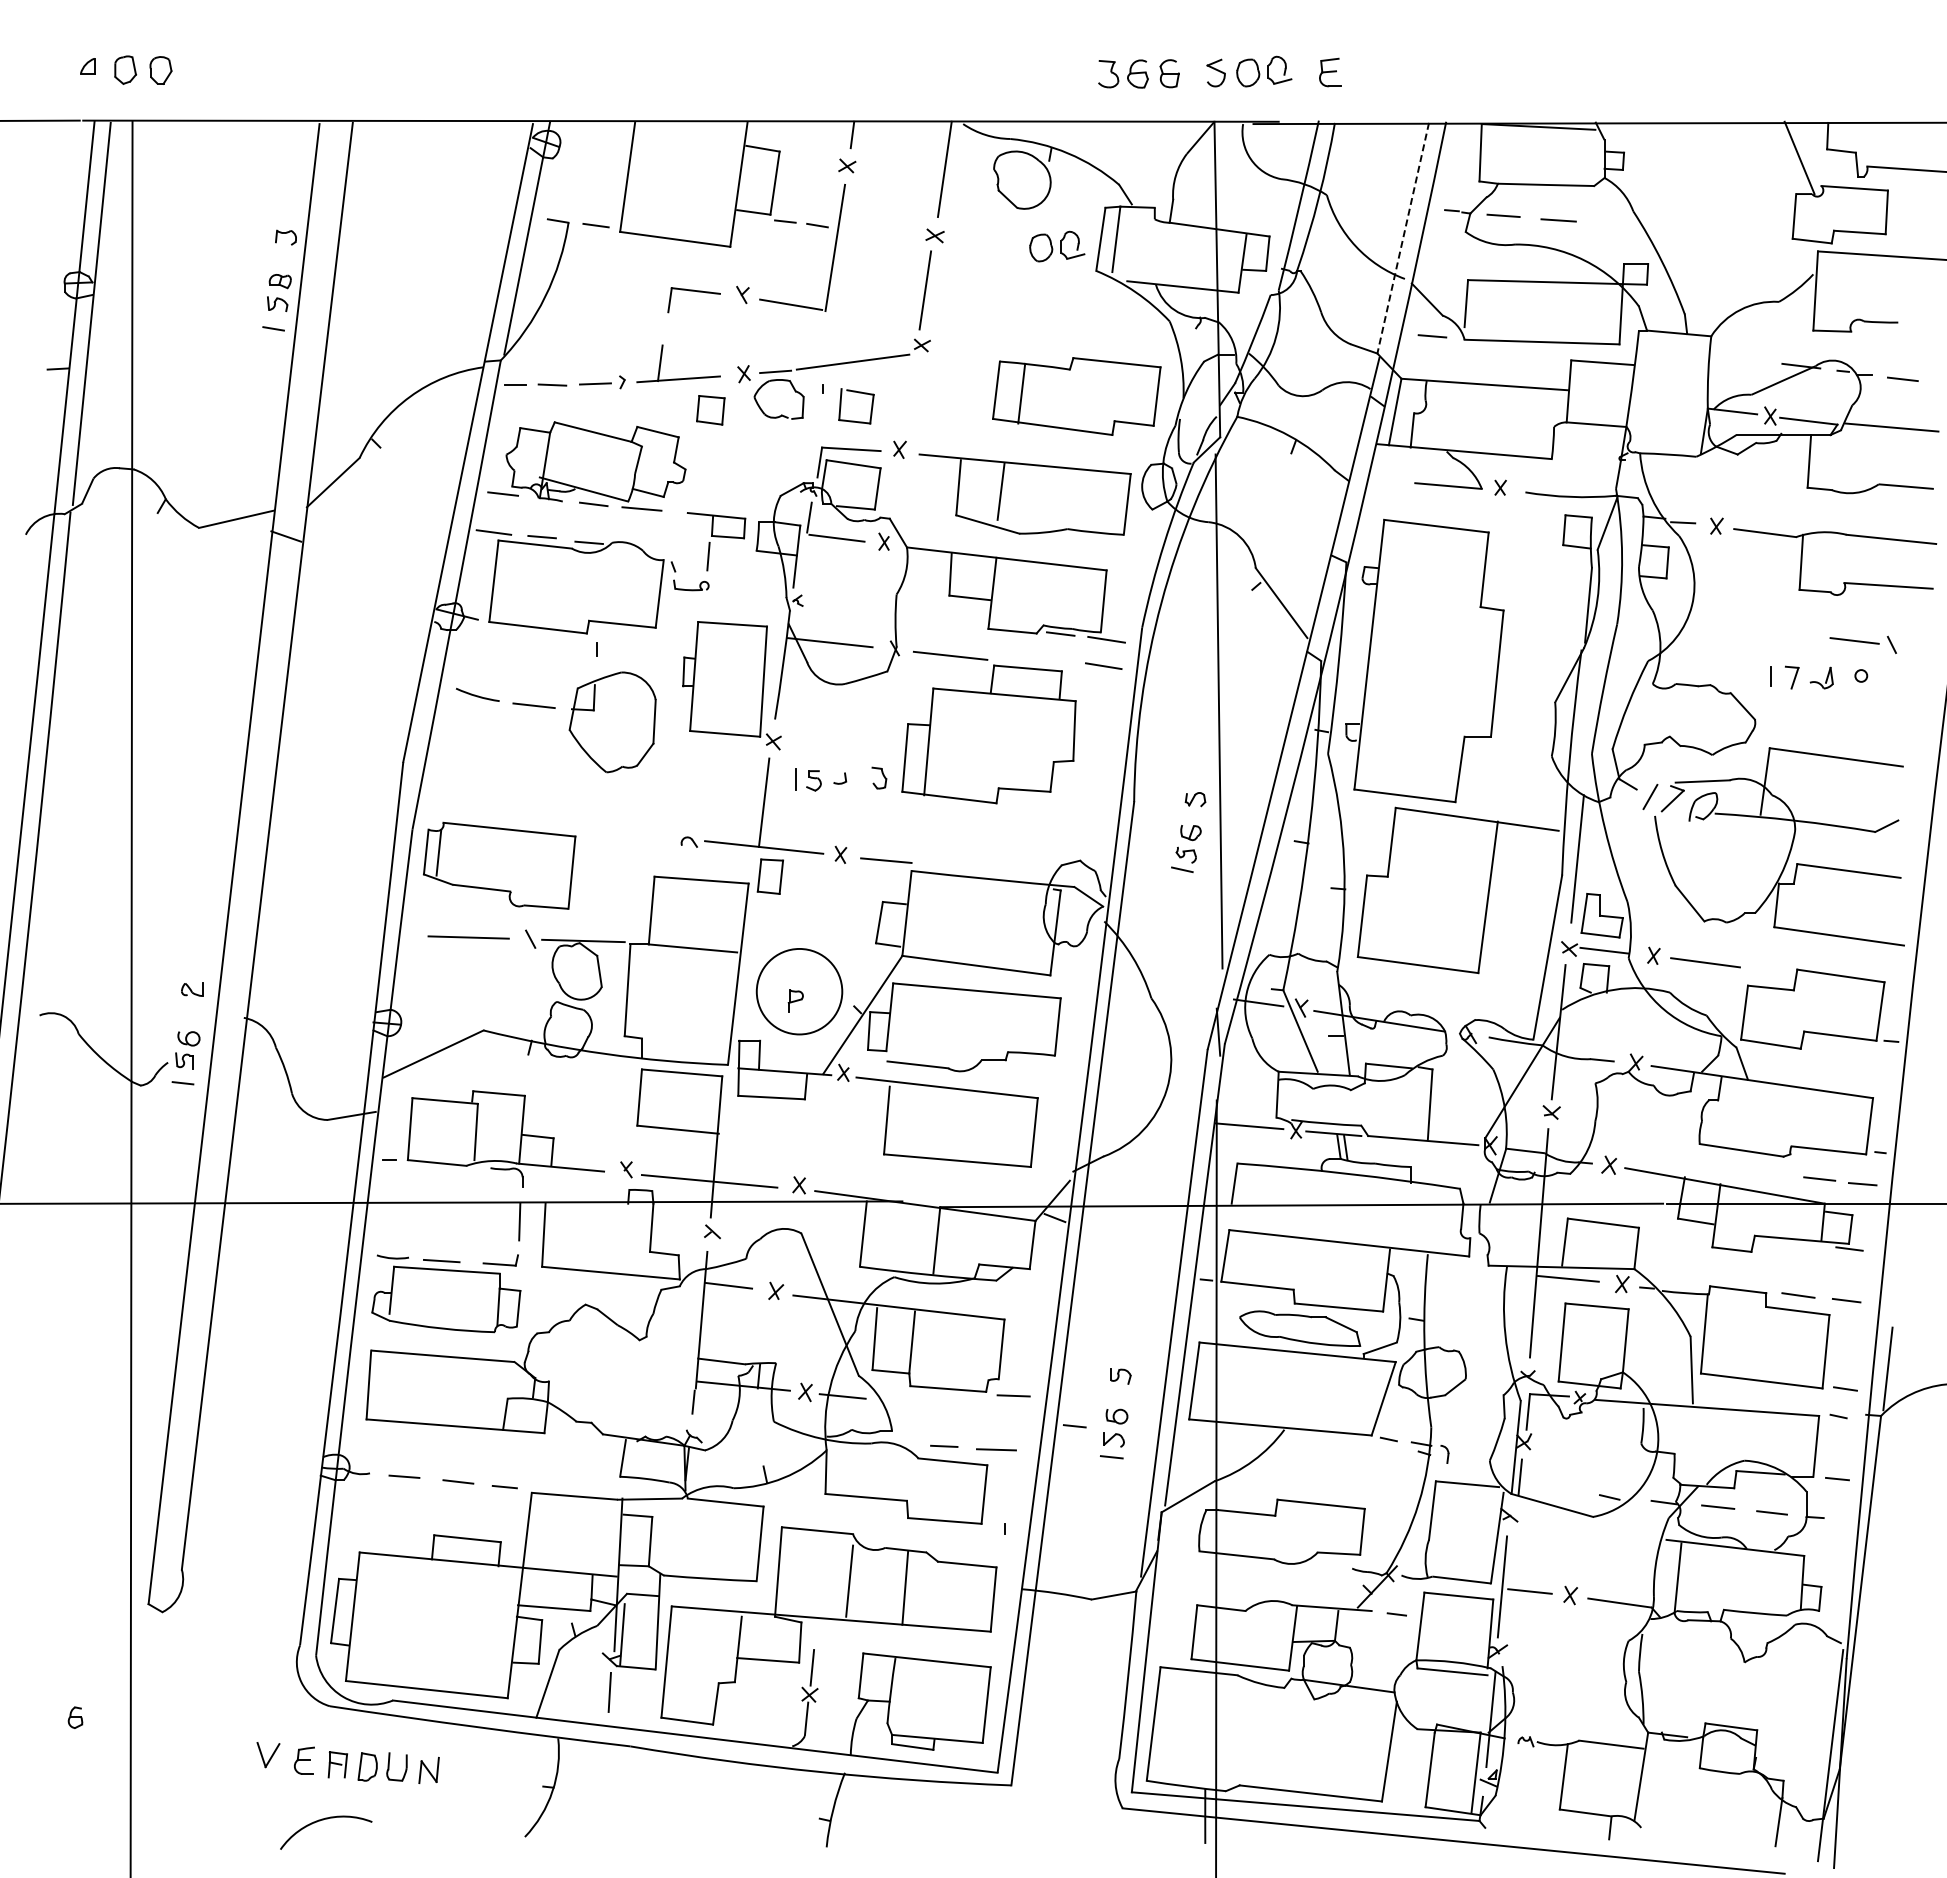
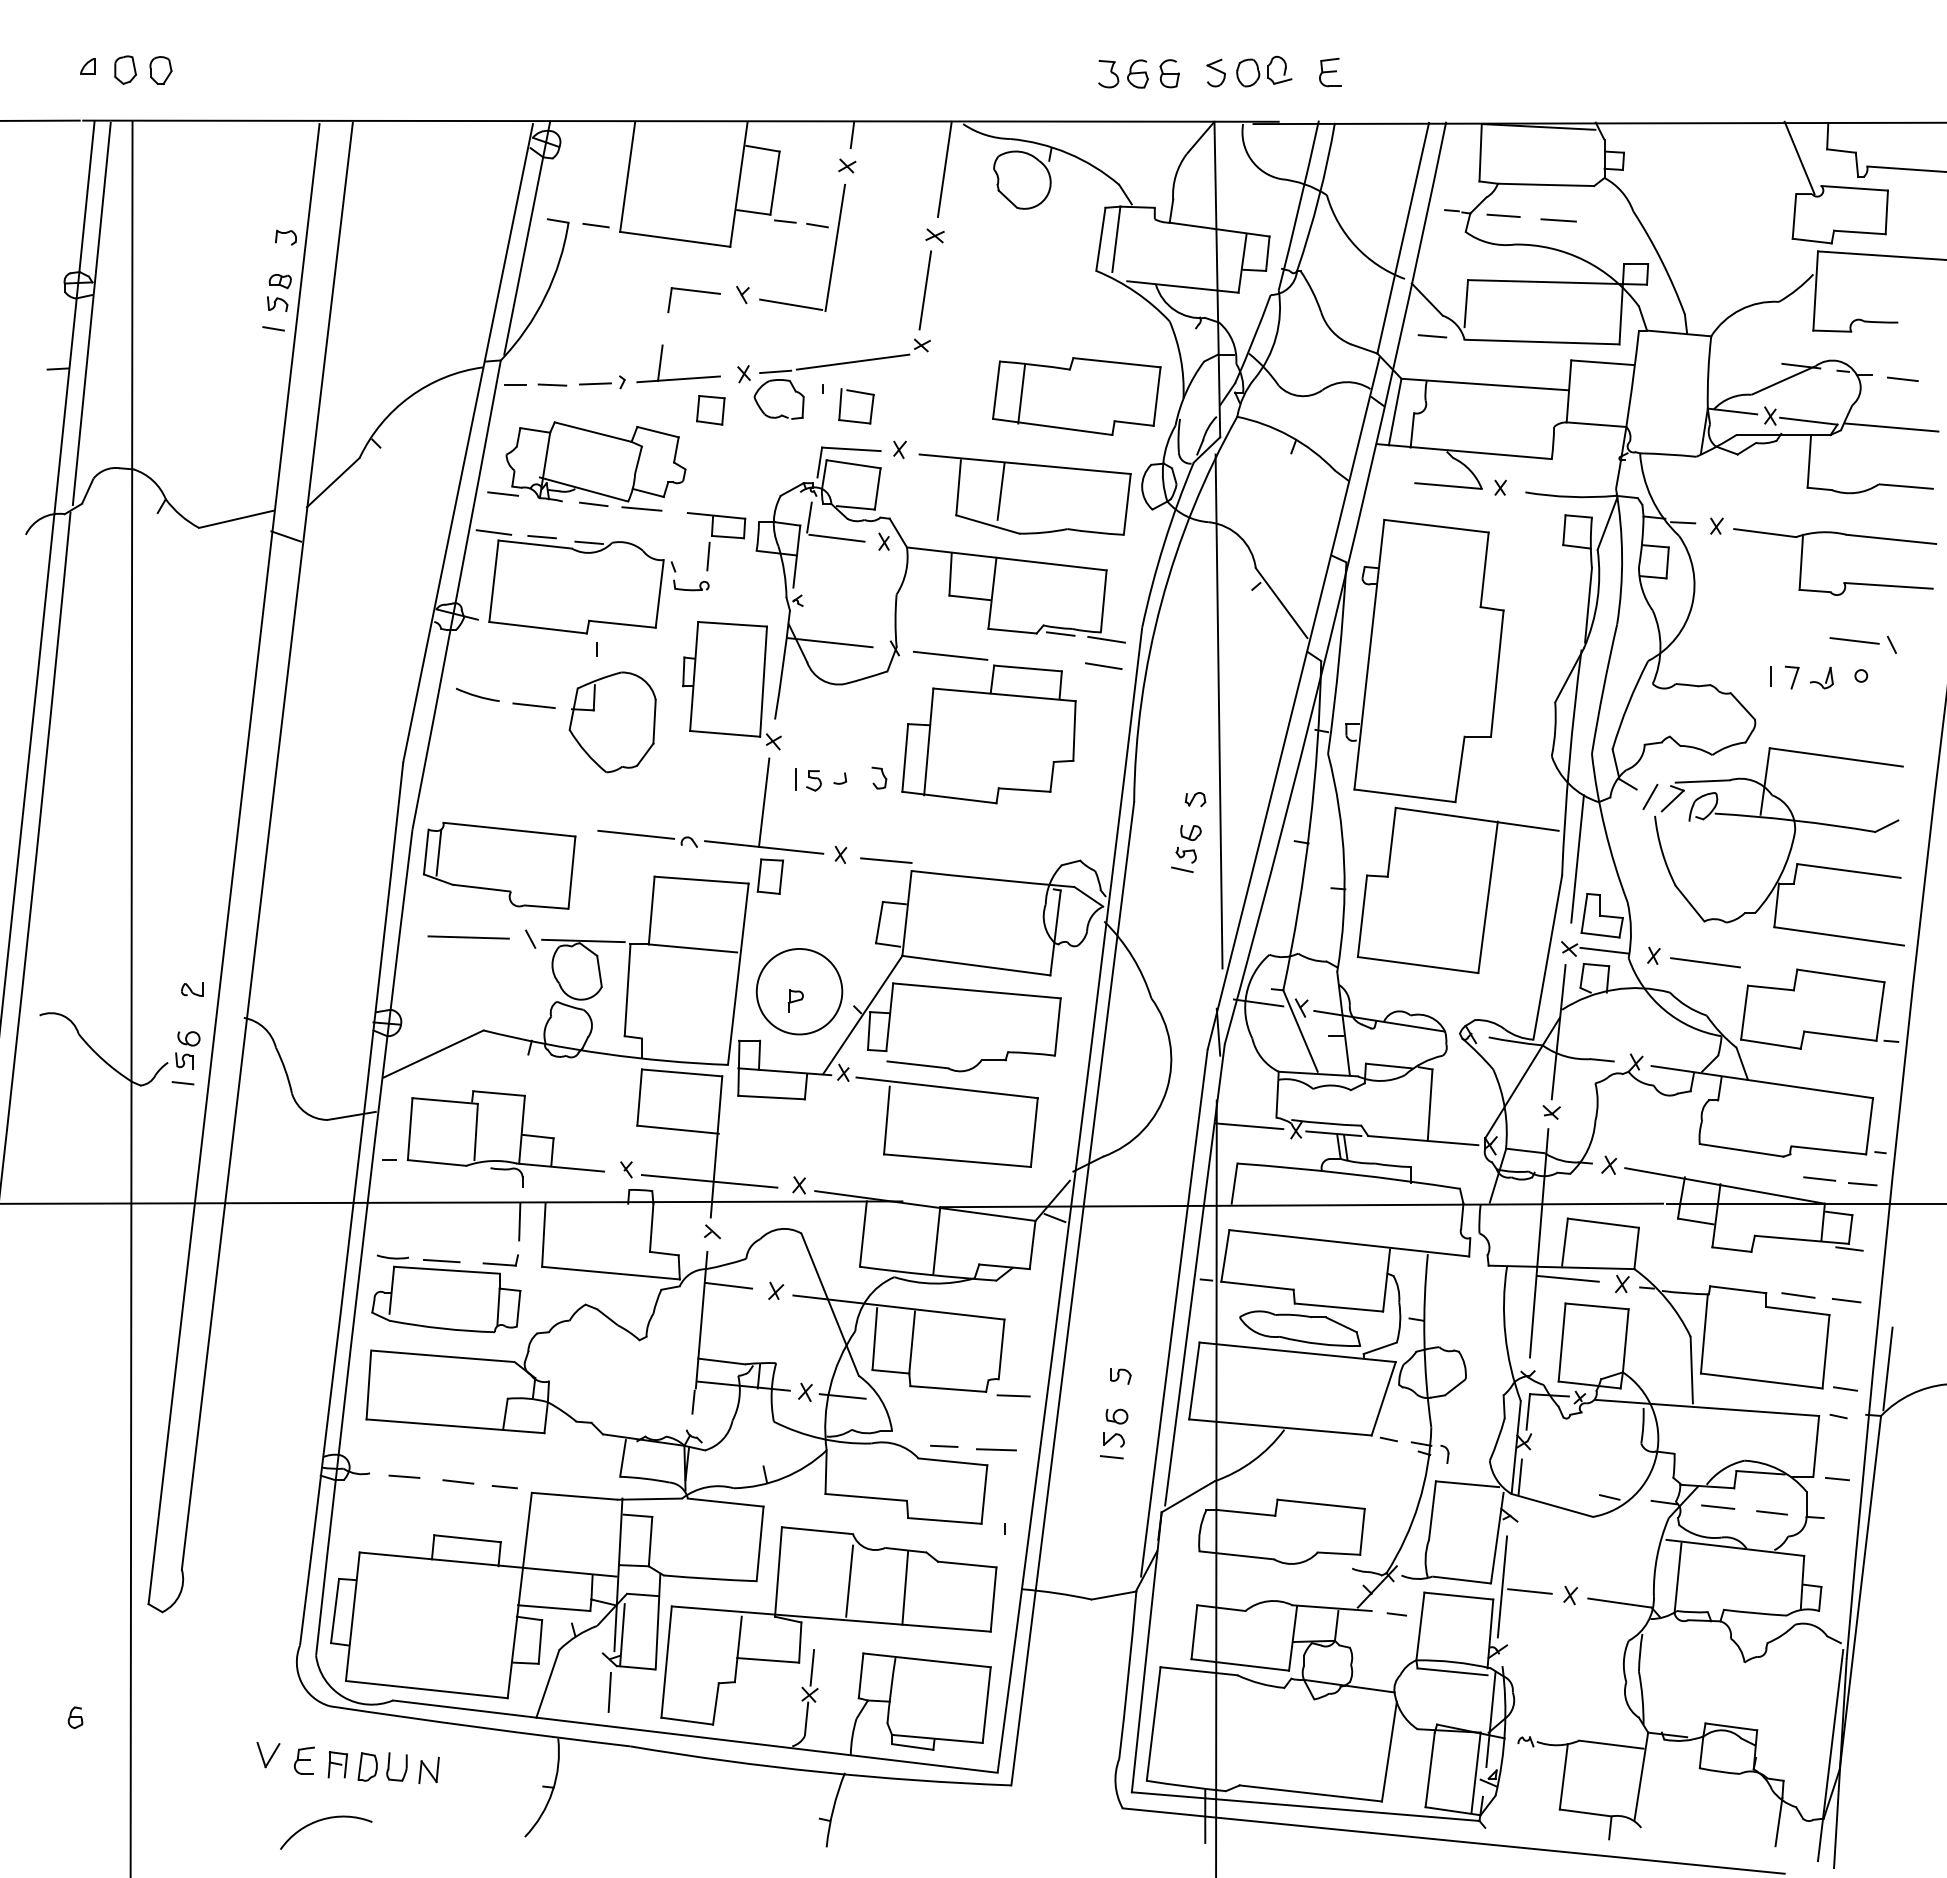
line at (1403, 238): dashed -> solid
part at (1057, 246): present -> none
line at (636, 834): none -> present
line at (1074, 1426): present -> none
